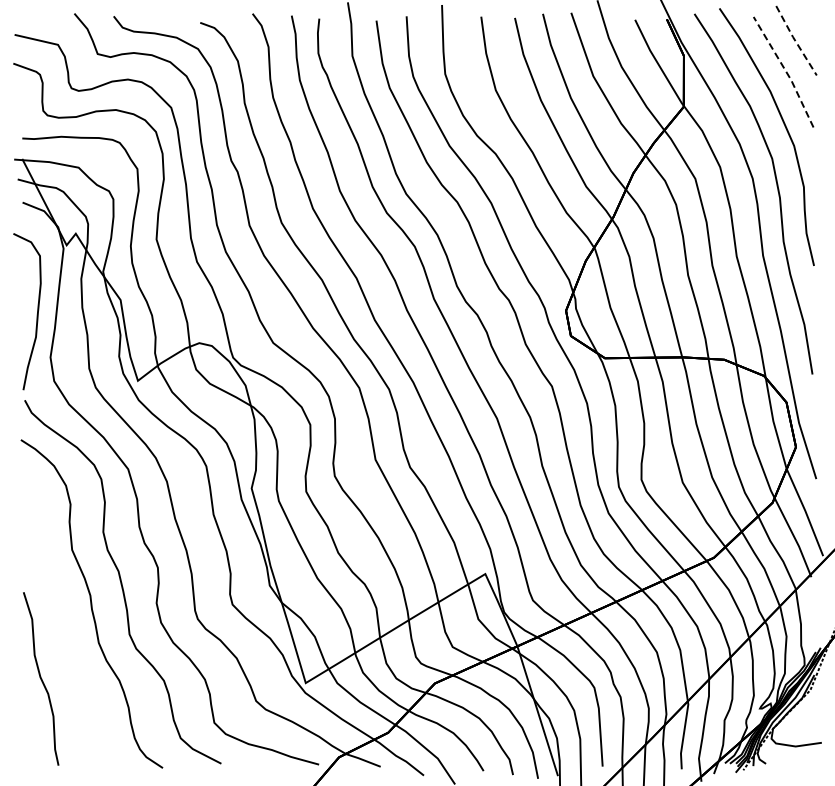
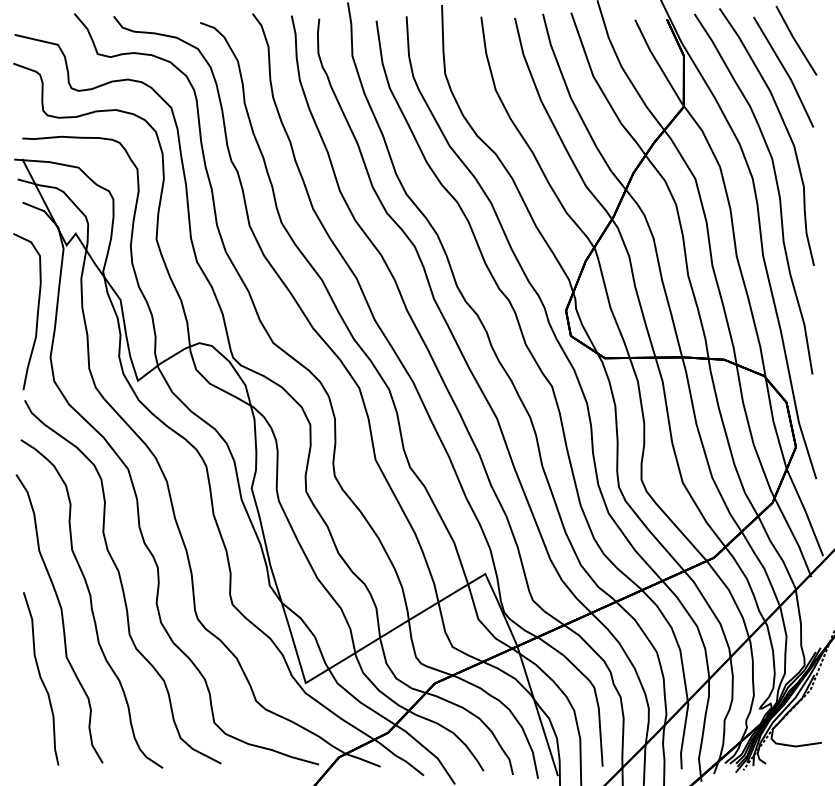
line at (795, 41): dashed -> solid
line at (786, 71): dashed -> solid
curve at (61, 618): none -> present
